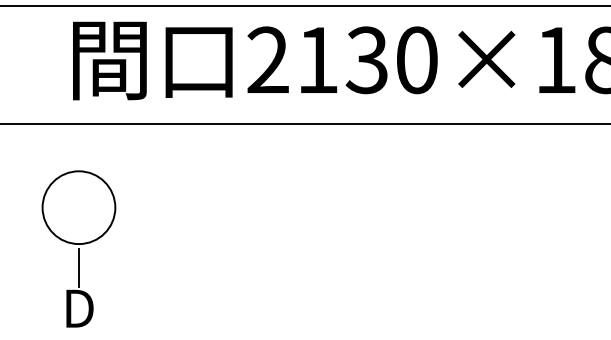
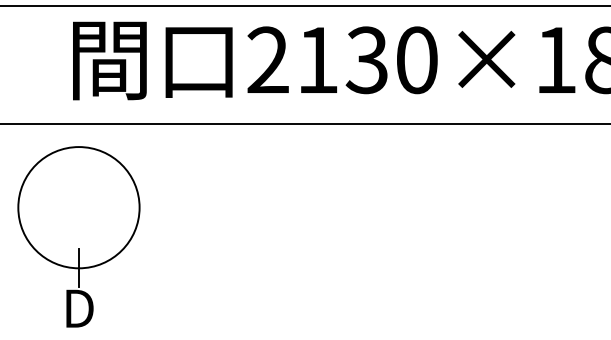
circle at (78, 207) diameter: 73 px -> 121 px
